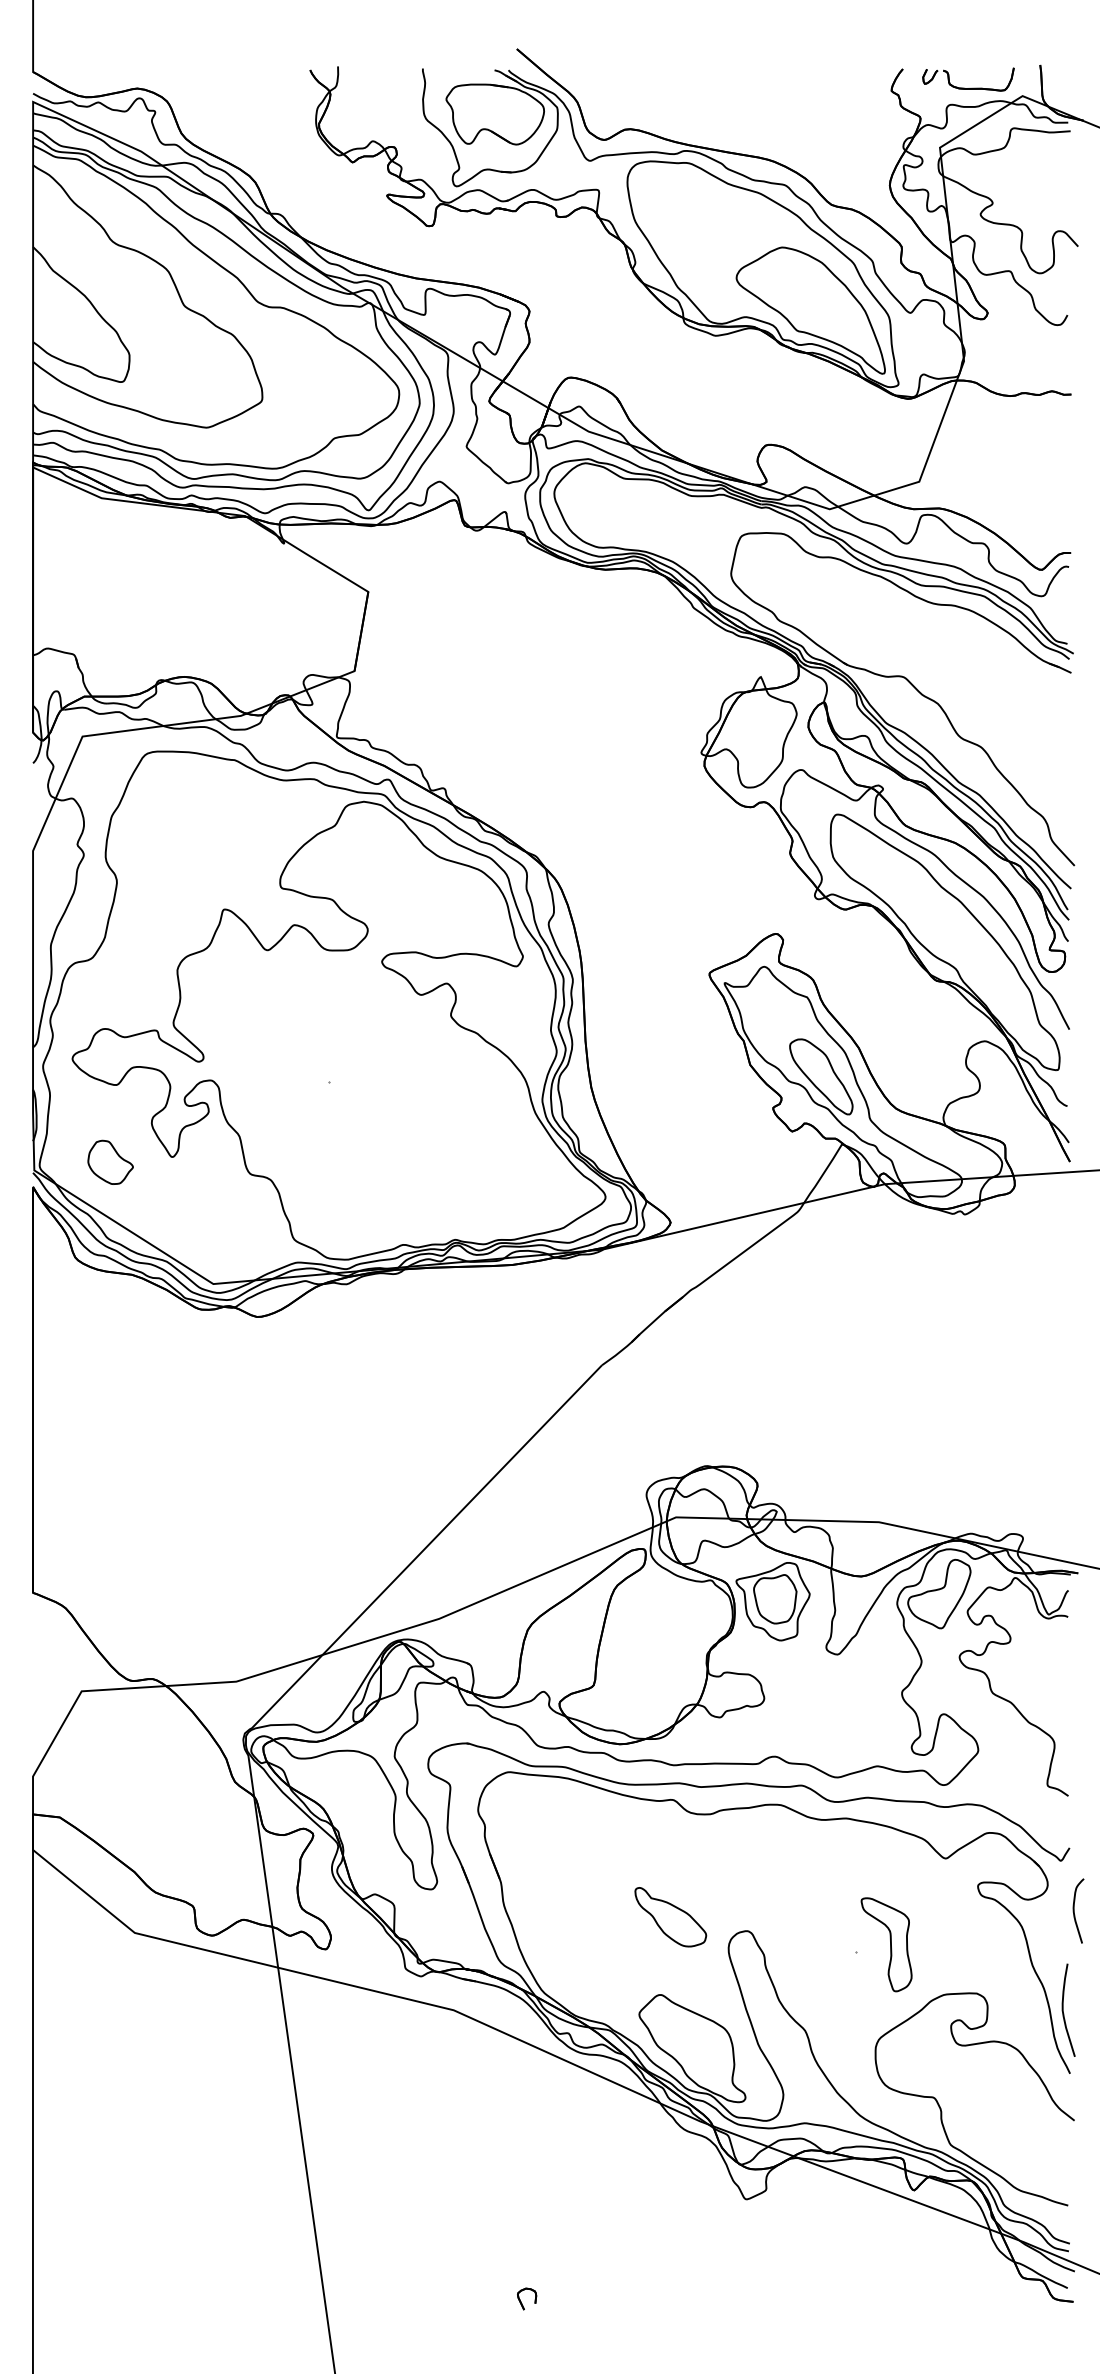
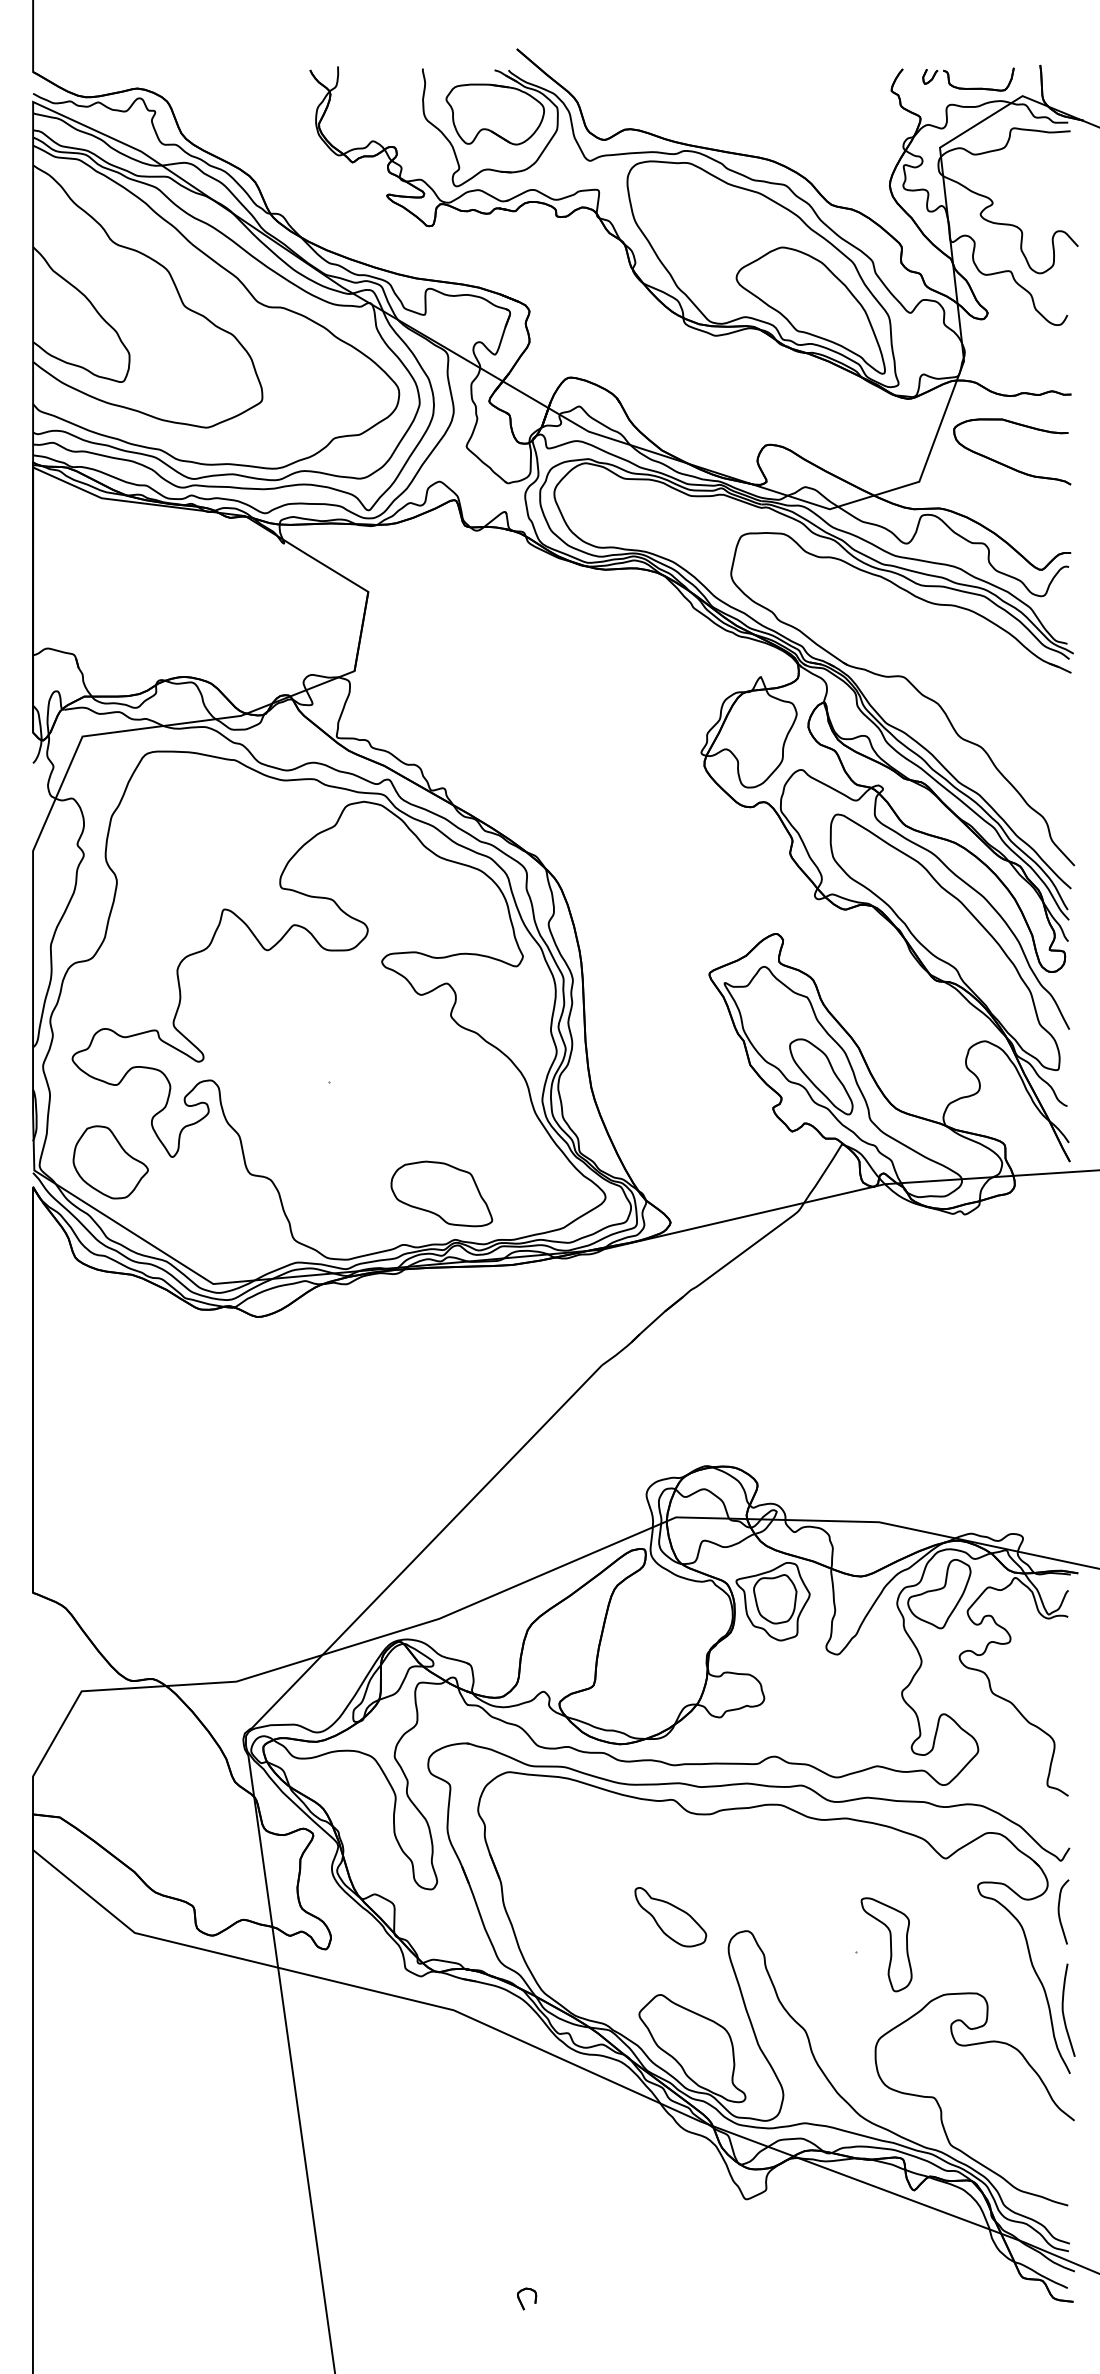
part at (1008, 465): none -> present
part at (110, 1161) size: 47x46 px -> 77x75 px
part at (441, 1193): none -> present
curve at (1074, 1910) position: (1074, 1910) -> (1059, 1911)
